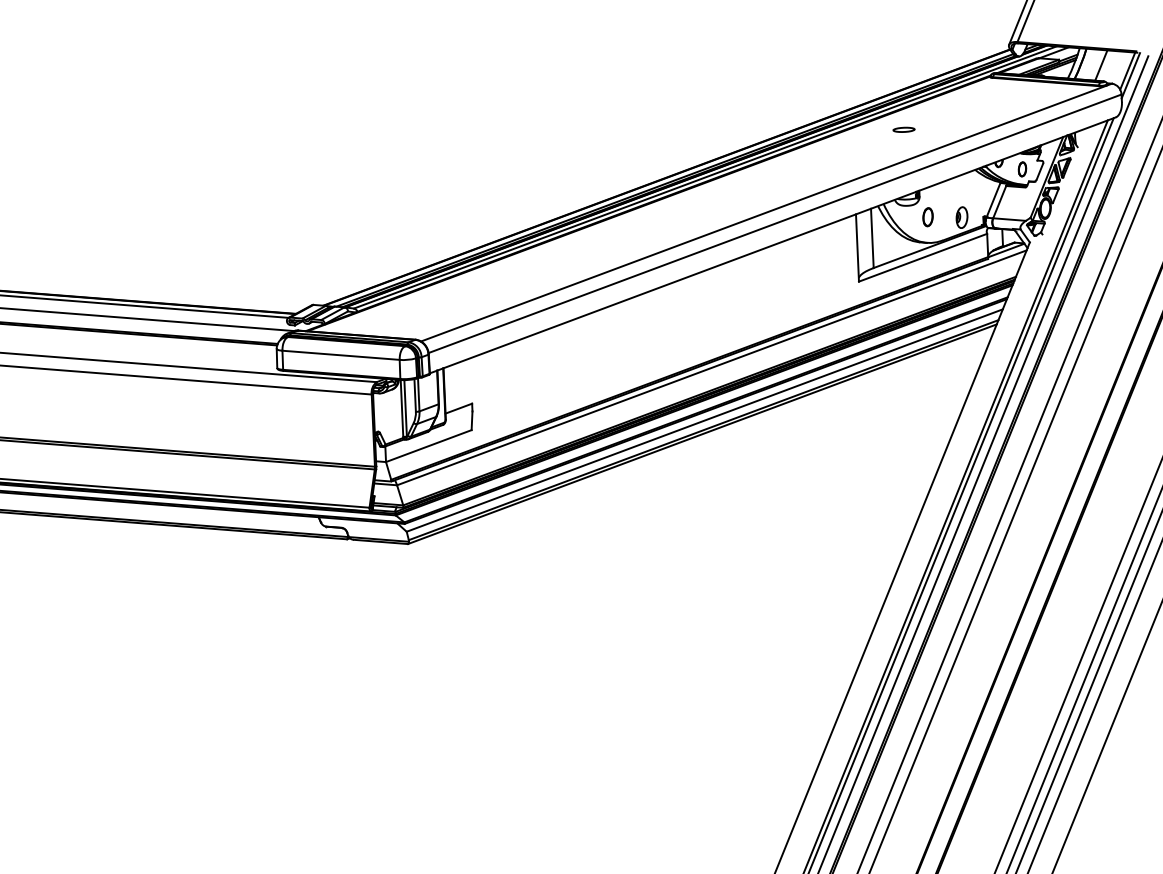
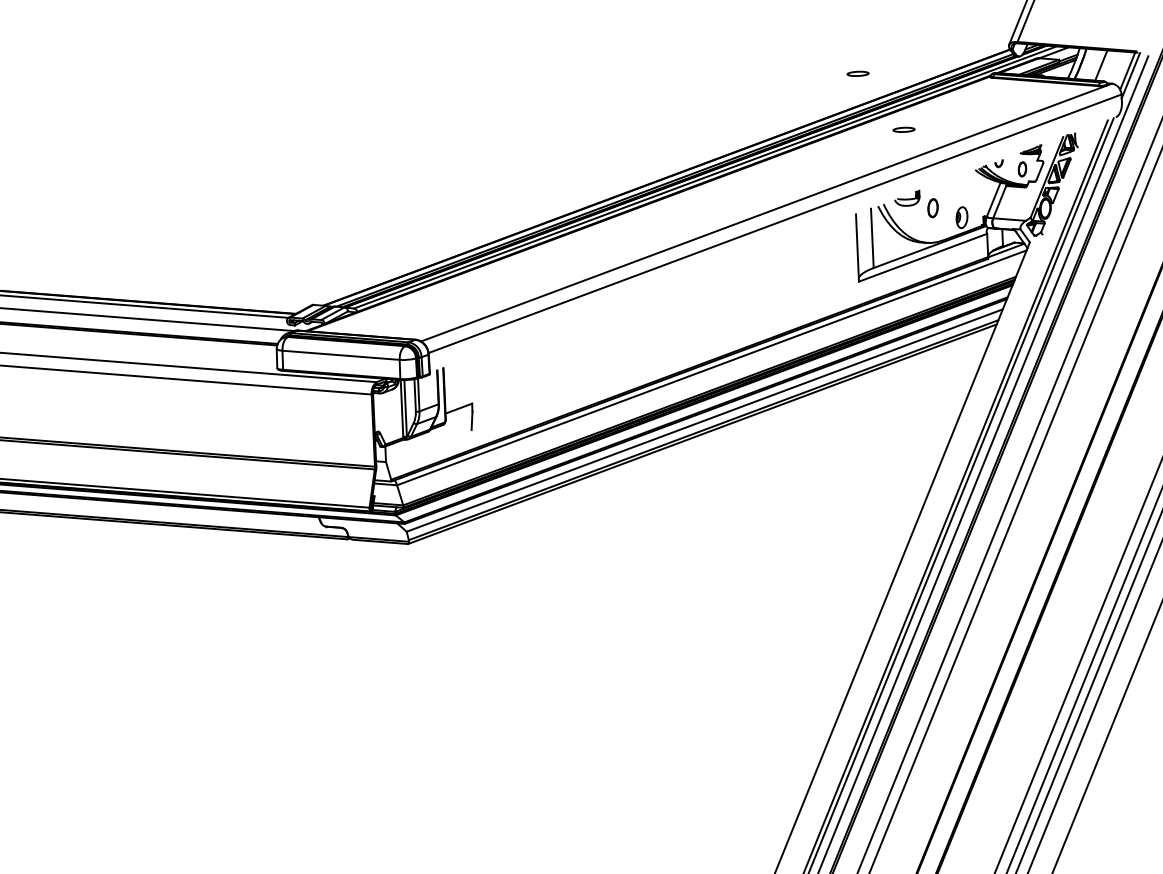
part at (857, 73): none -> present
part at (927, 217) position: (927, 217) -> (932, 208)
line at (772, 245): present -> none
line at (428, 446): present -> none
